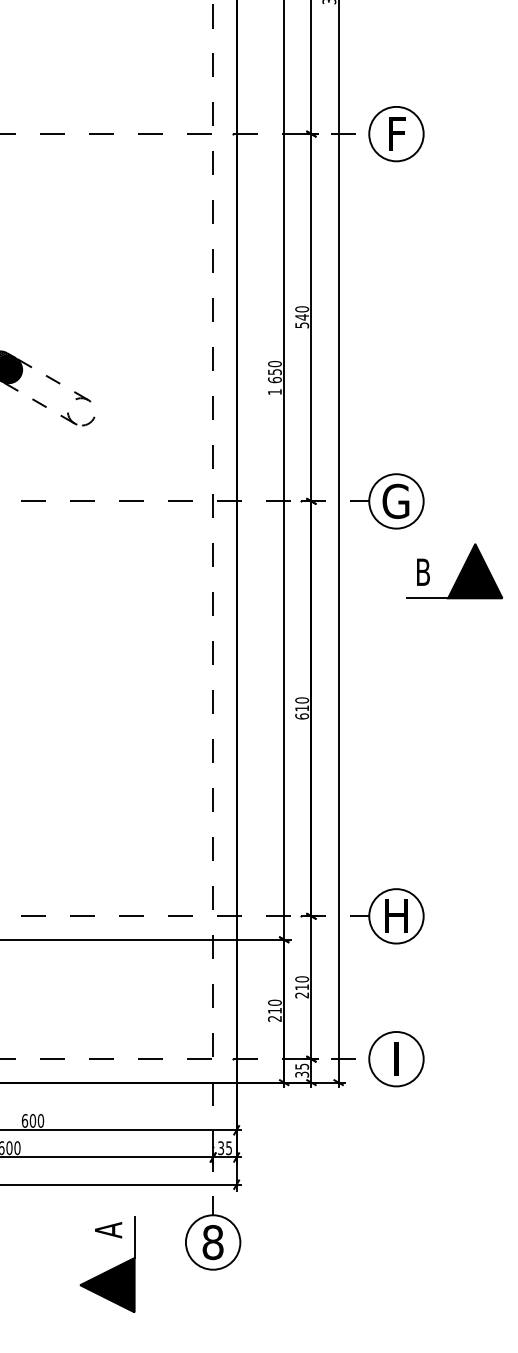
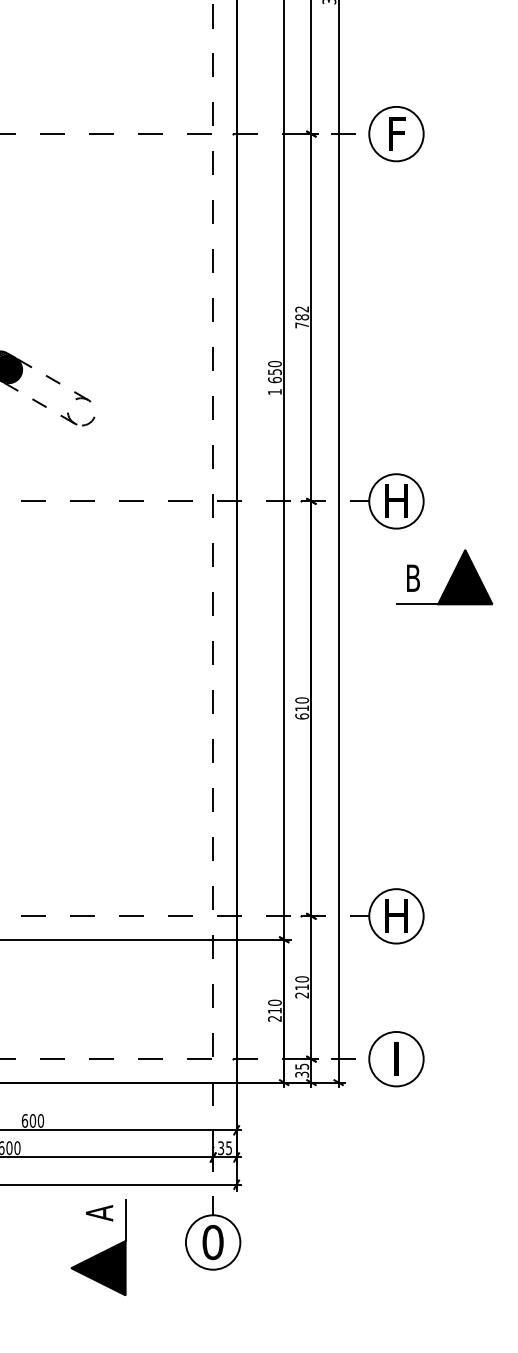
text at (302, 317): 540 -> 782
text at (395, 500): G -> H
part at (454, 571) position: (454, 571) -> (444, 577)
text at (212, 1242): 8 -> 0
part at (107, 1264) position: (107, 1264) -> (98, 1247)
